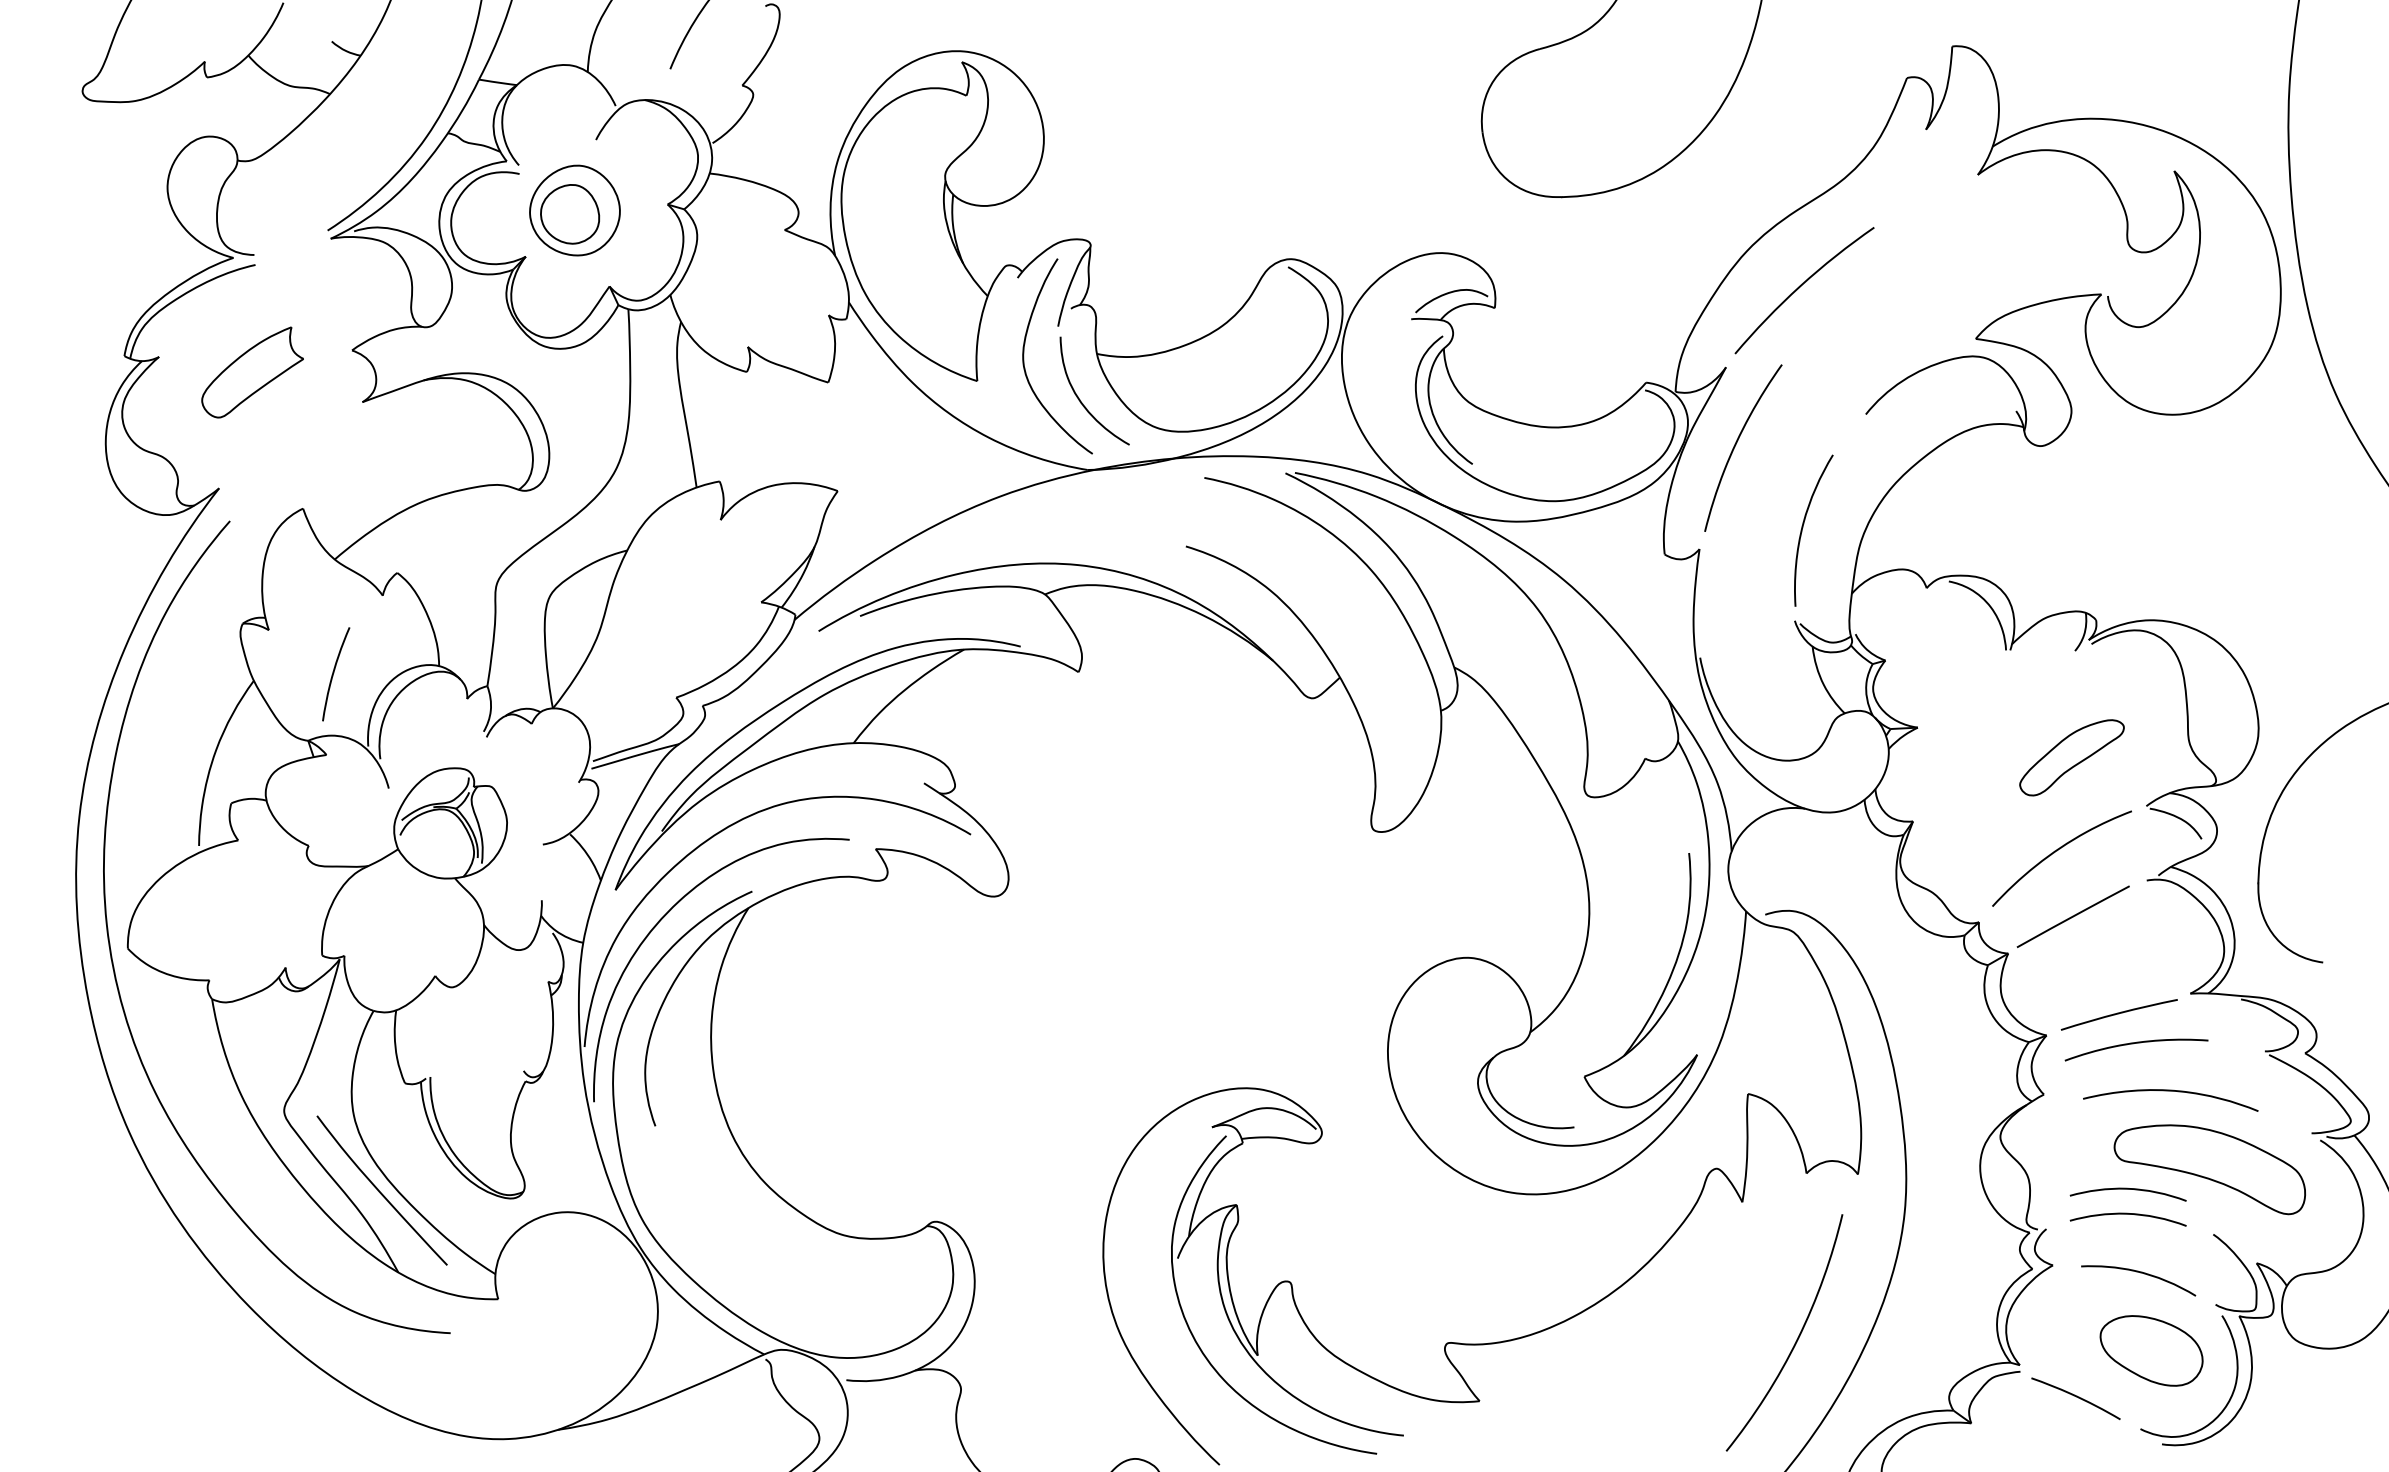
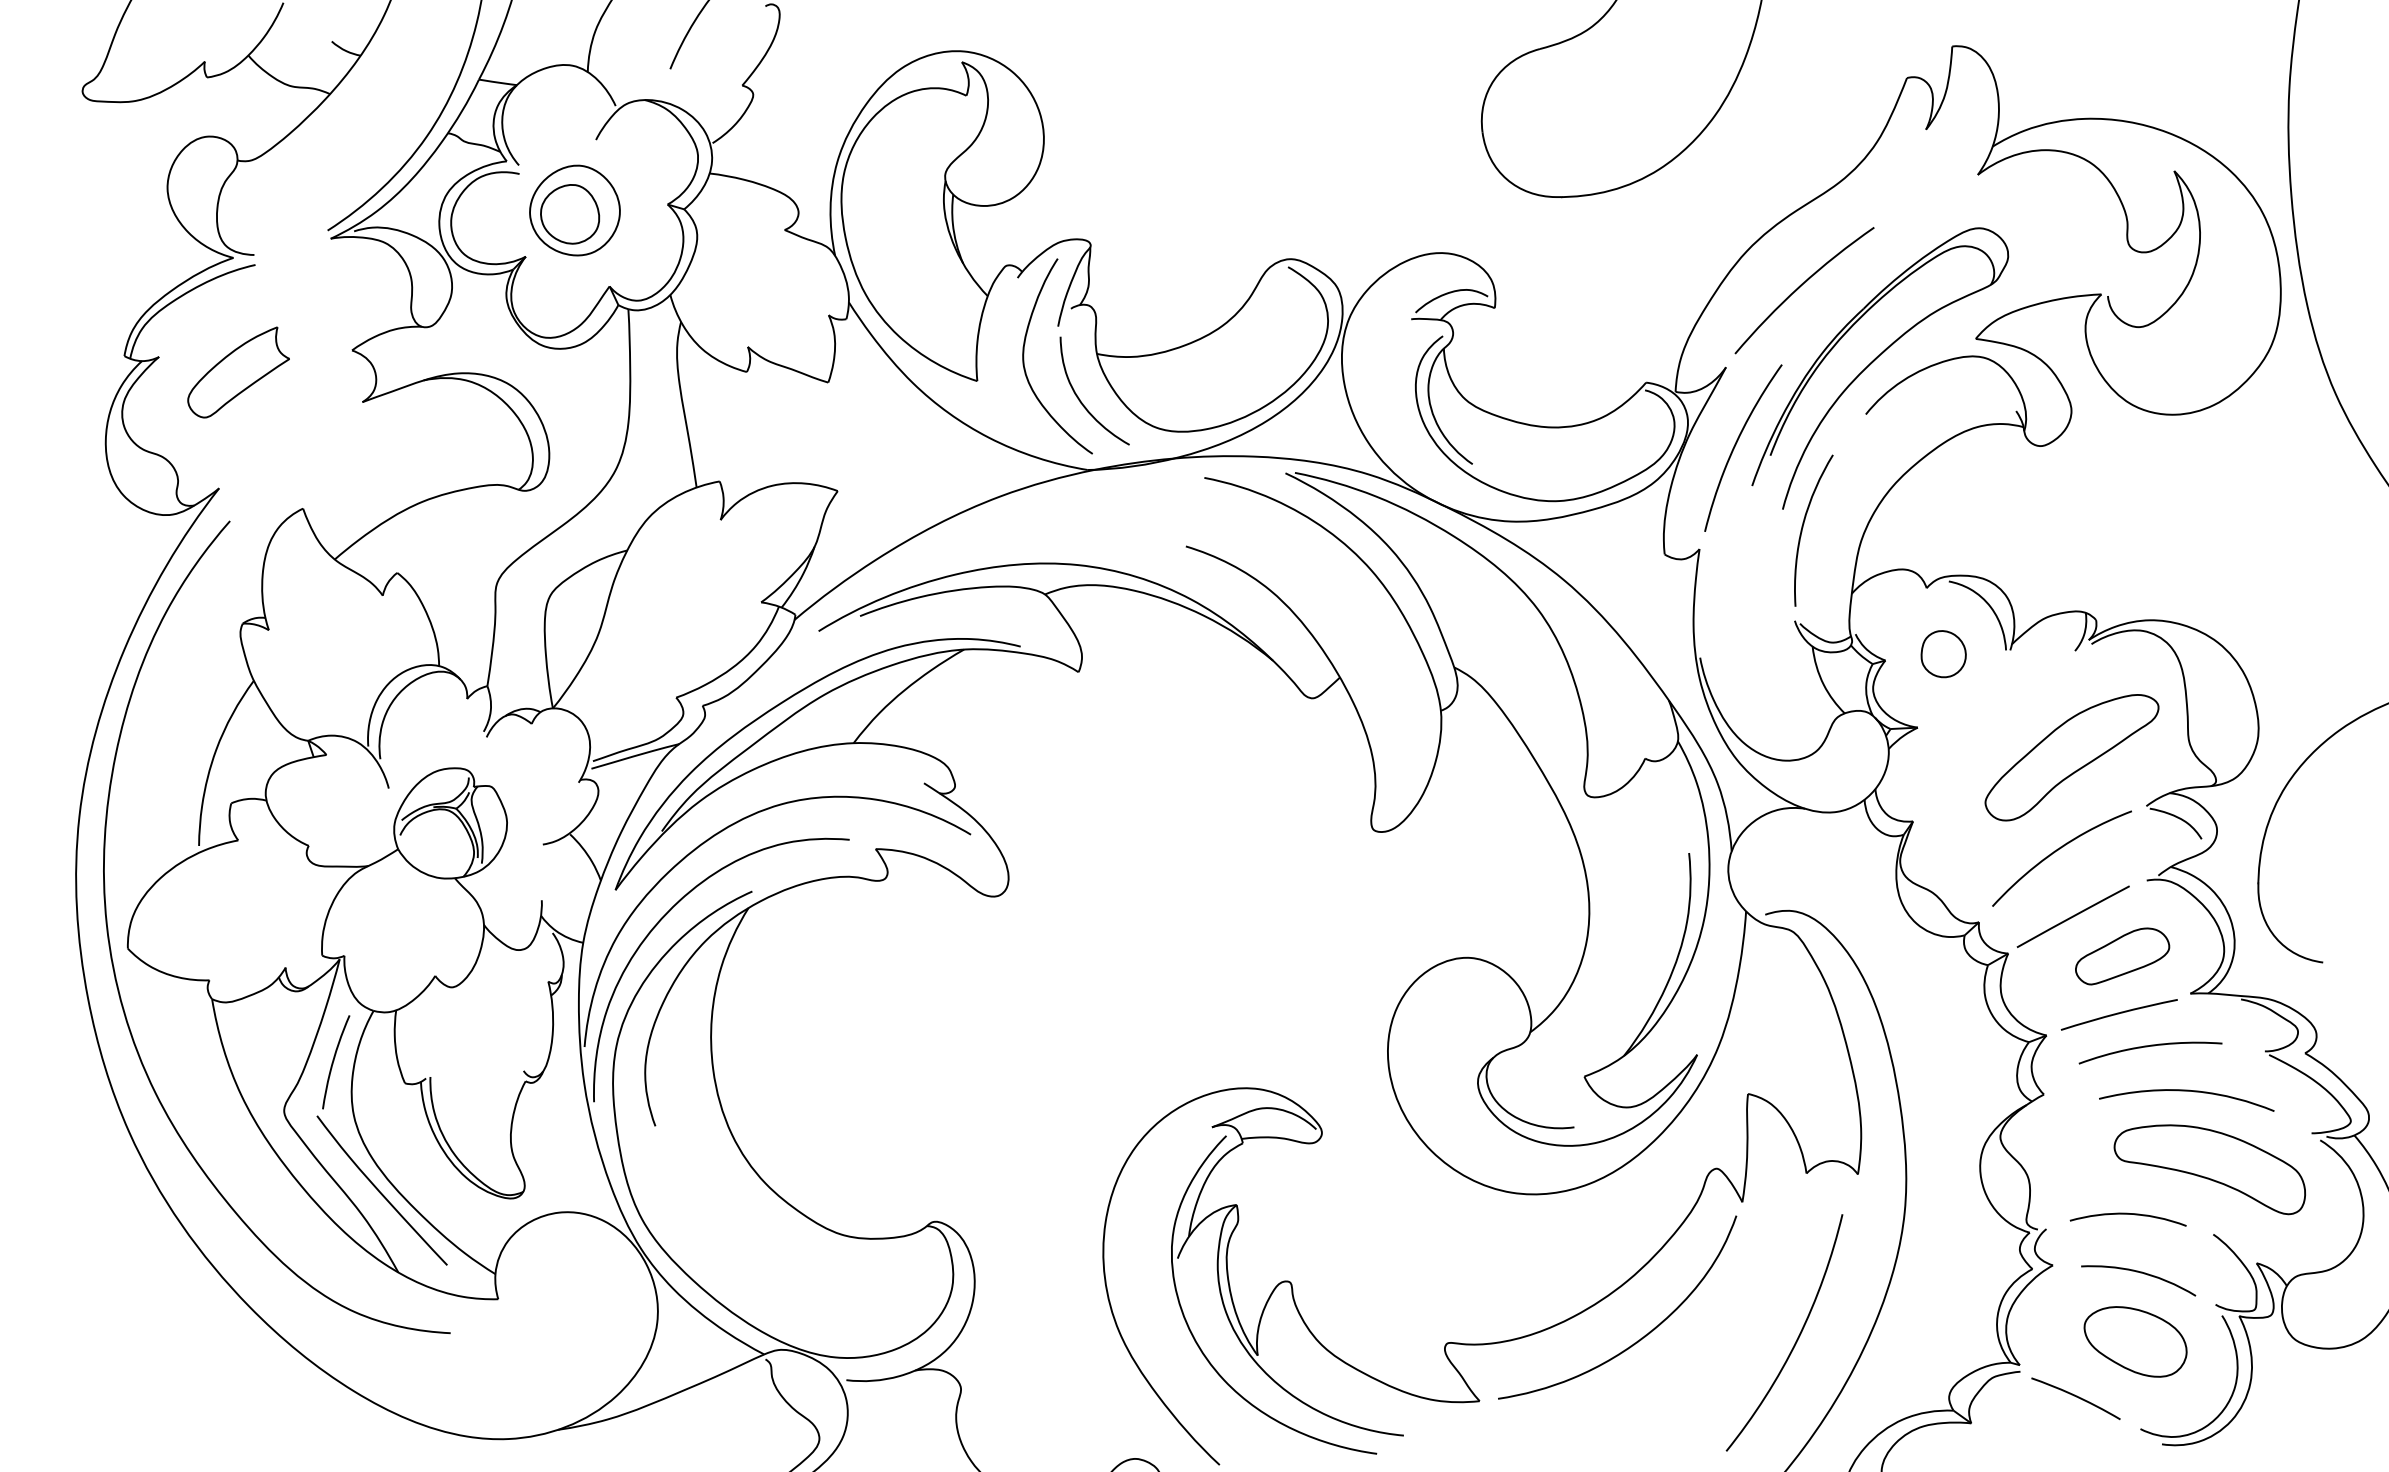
part at (1874, 361): none -> present
part at (252, 372) position: (252, 372) -> (238, 372)
part at (1943, 654): none -> present
curve at (334, 673) position: (334, 673) -> (334, 1061)
part at (2071, 757) size: 106x78 px -> 176x128 px
part at (2122, 956): none -> present
curve at (2133, 1044) position: (2133, 1044) -> (2147, 1047)
curve at (2170, 1091) position: (2170, 1091) -> (2186, 1091)
curve at (2127, 1189): present -> none
curve at (1641, 1337): none -> present
part at (2151, 1350) position: (2151, 1350) -> (2135, 1341)
